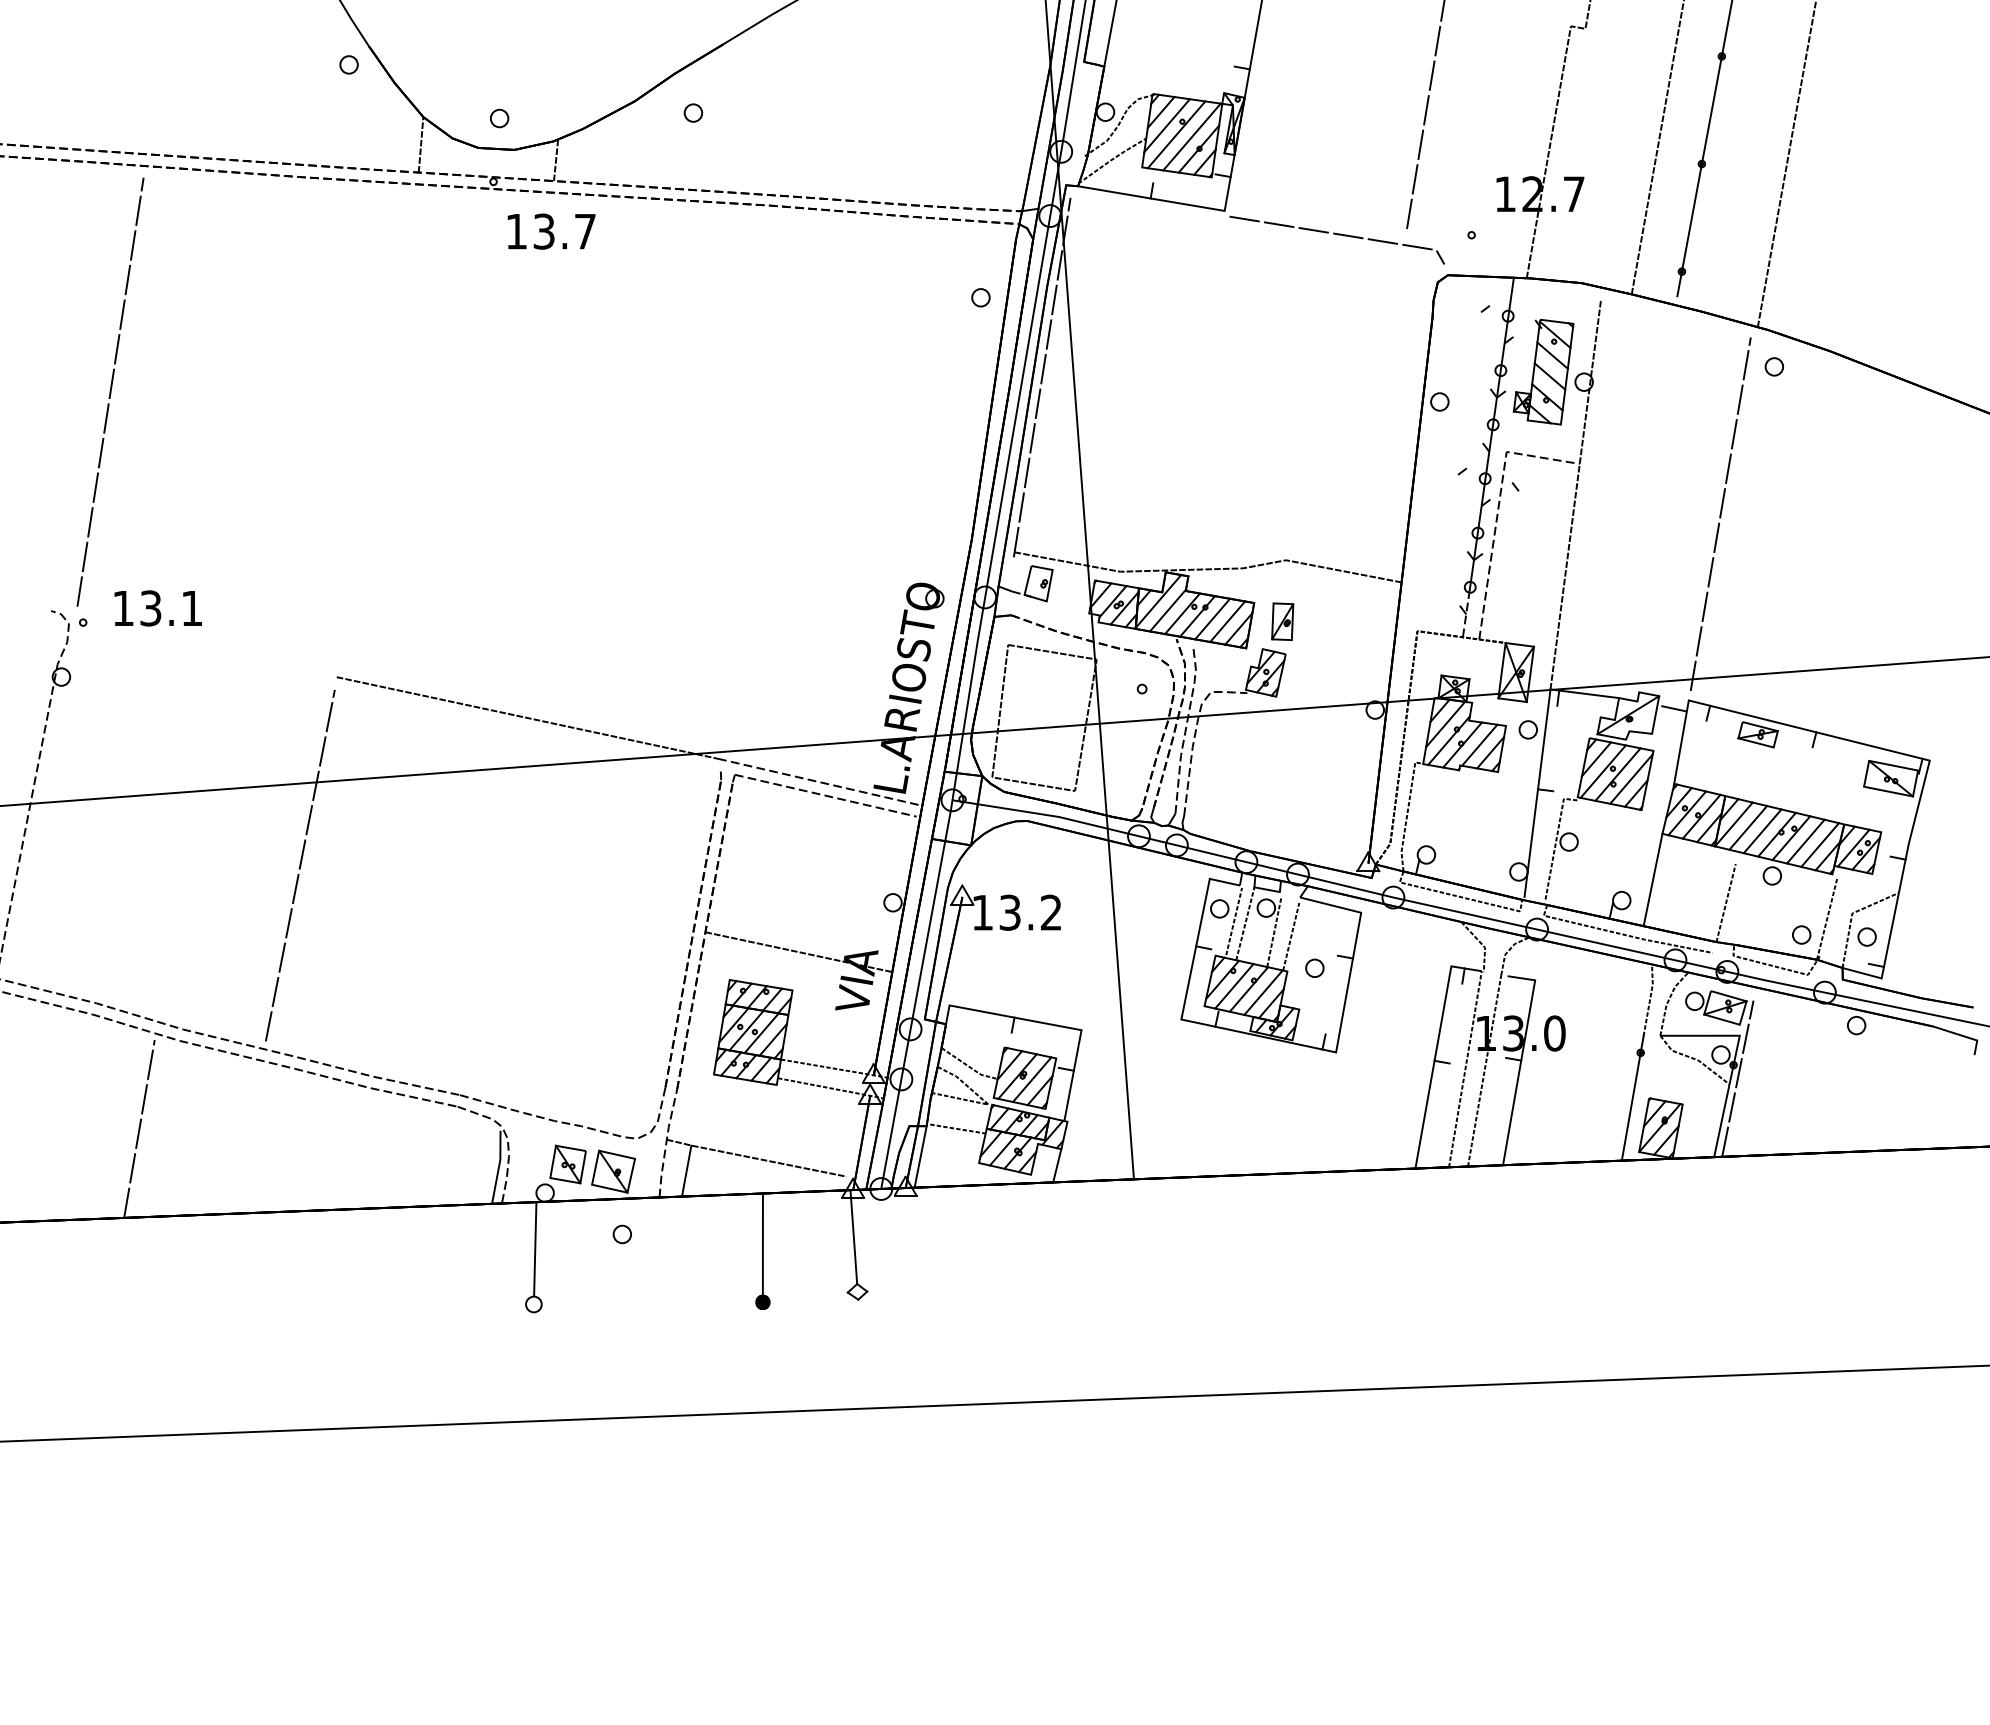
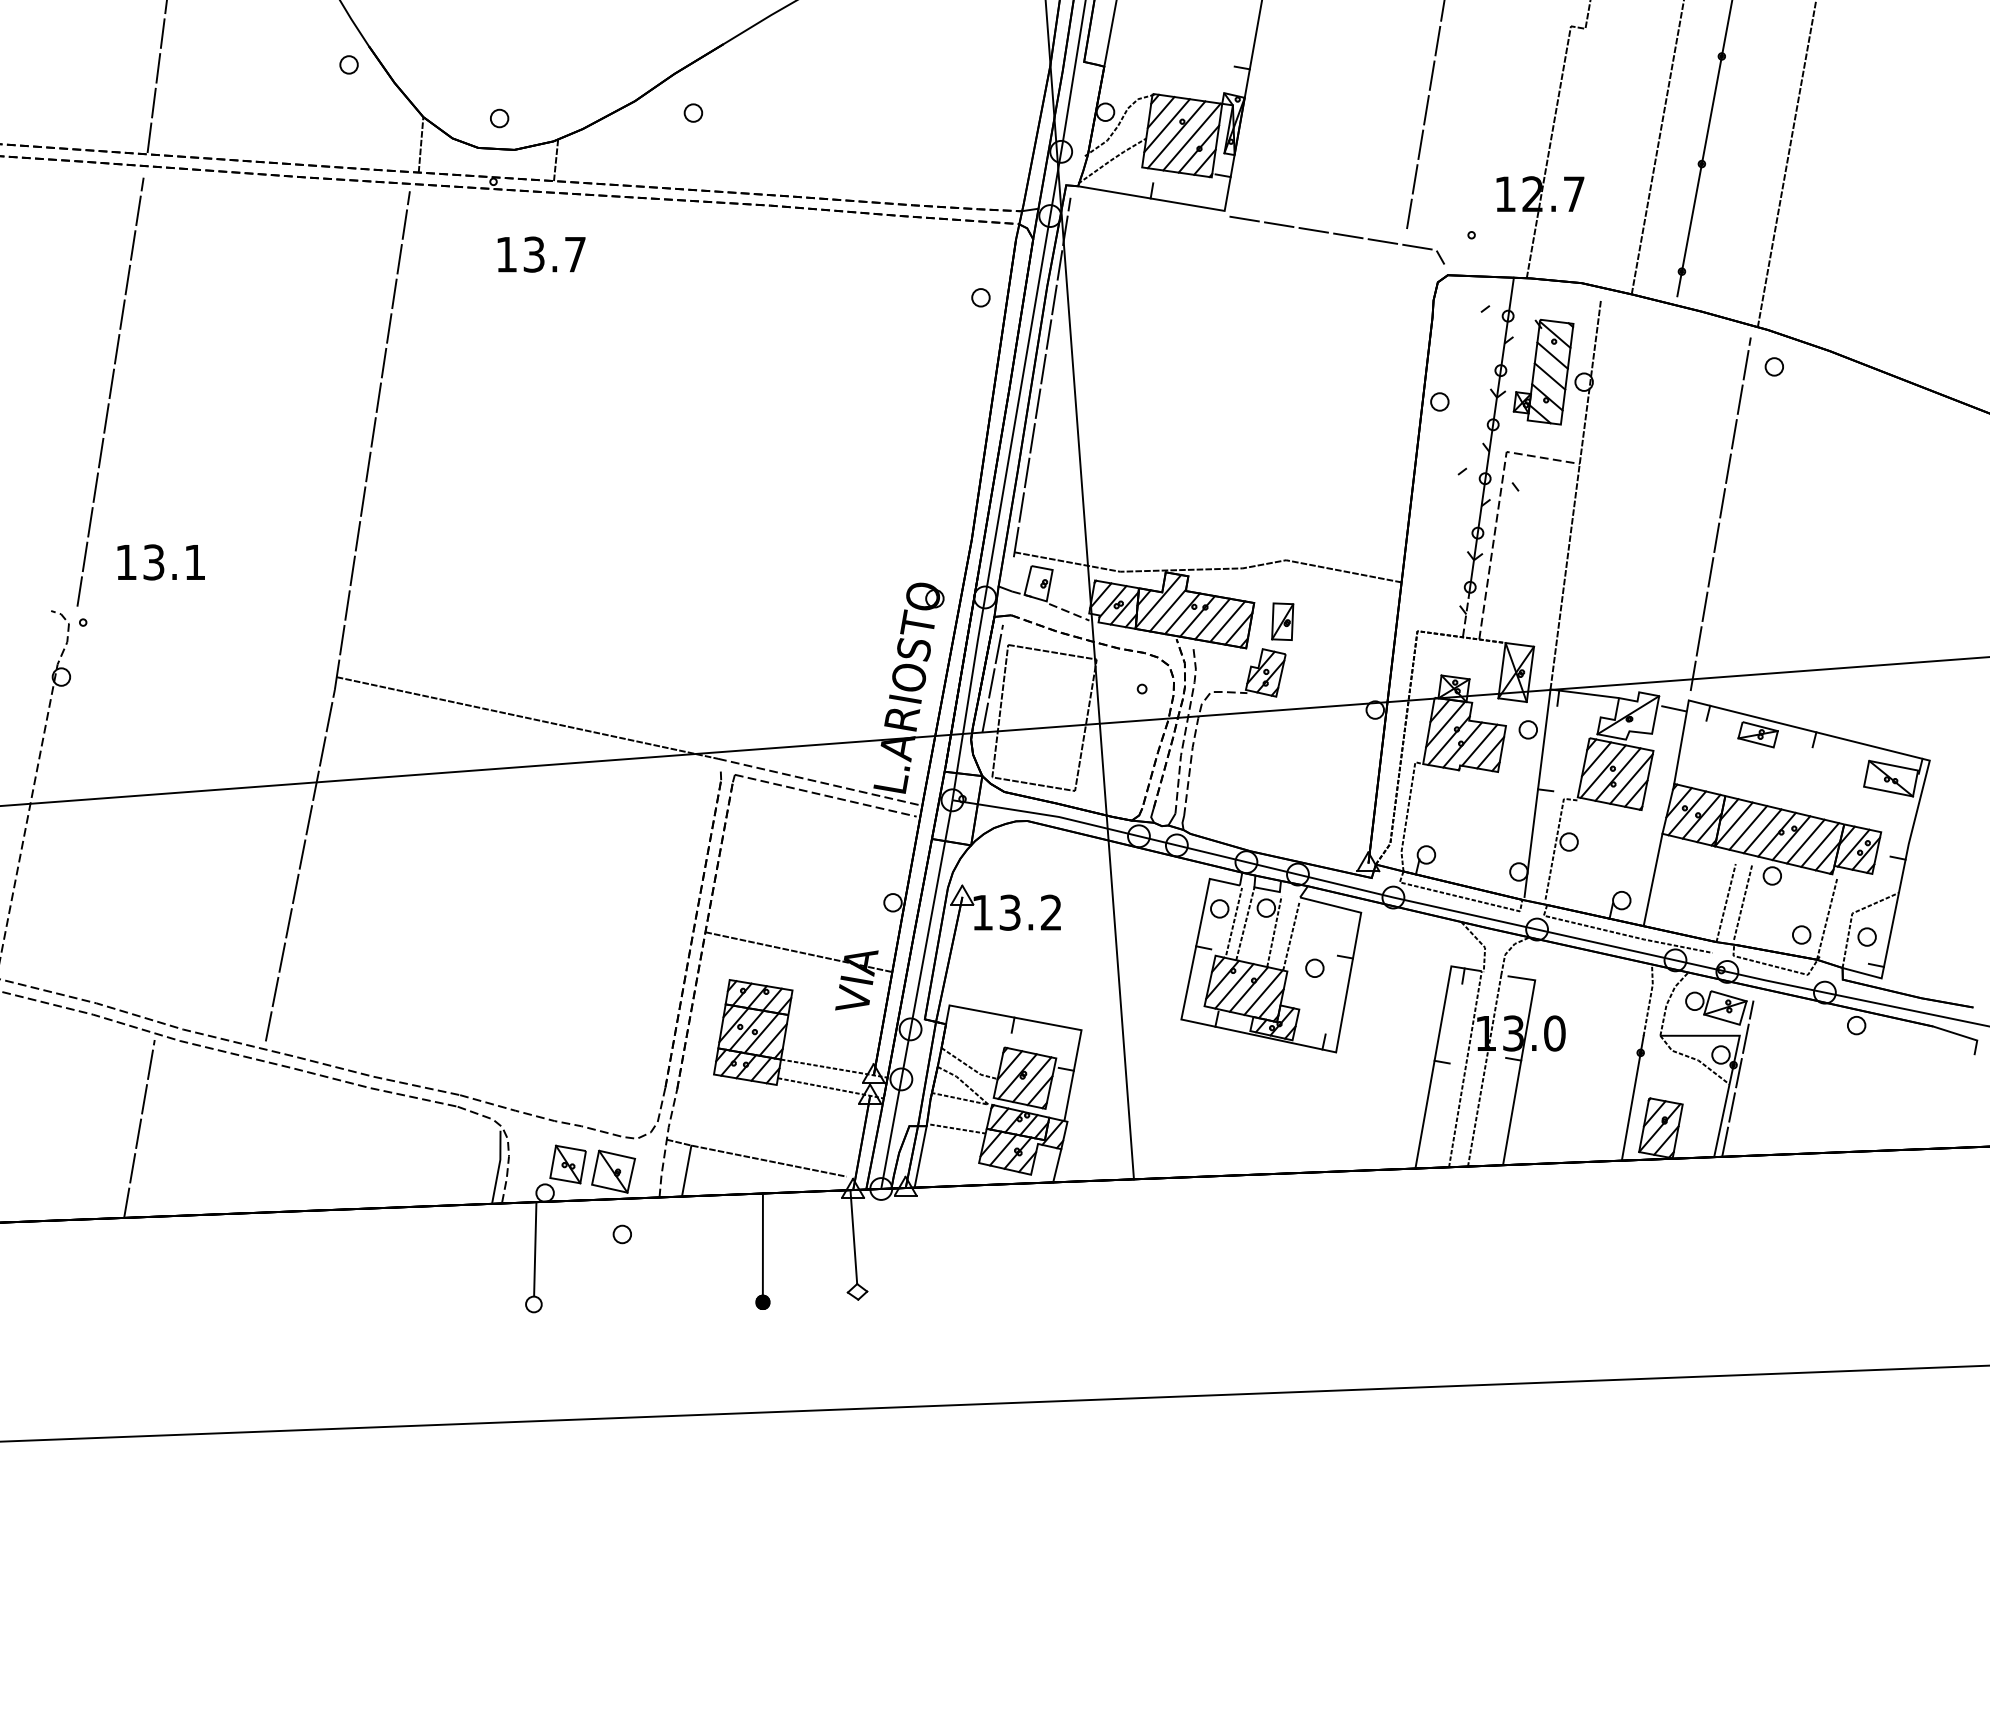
line at (156, 77): none -> present
text at (551, 231) position: (551, 231) -> (541, 254)
line at (371, 440): none -> present
text at (157, 608) position: (157, 608) -> (160, 562)
line at (1069, 611): none -> present
line at (992, 678): none -> present
line at (1743, 901): none -> present
